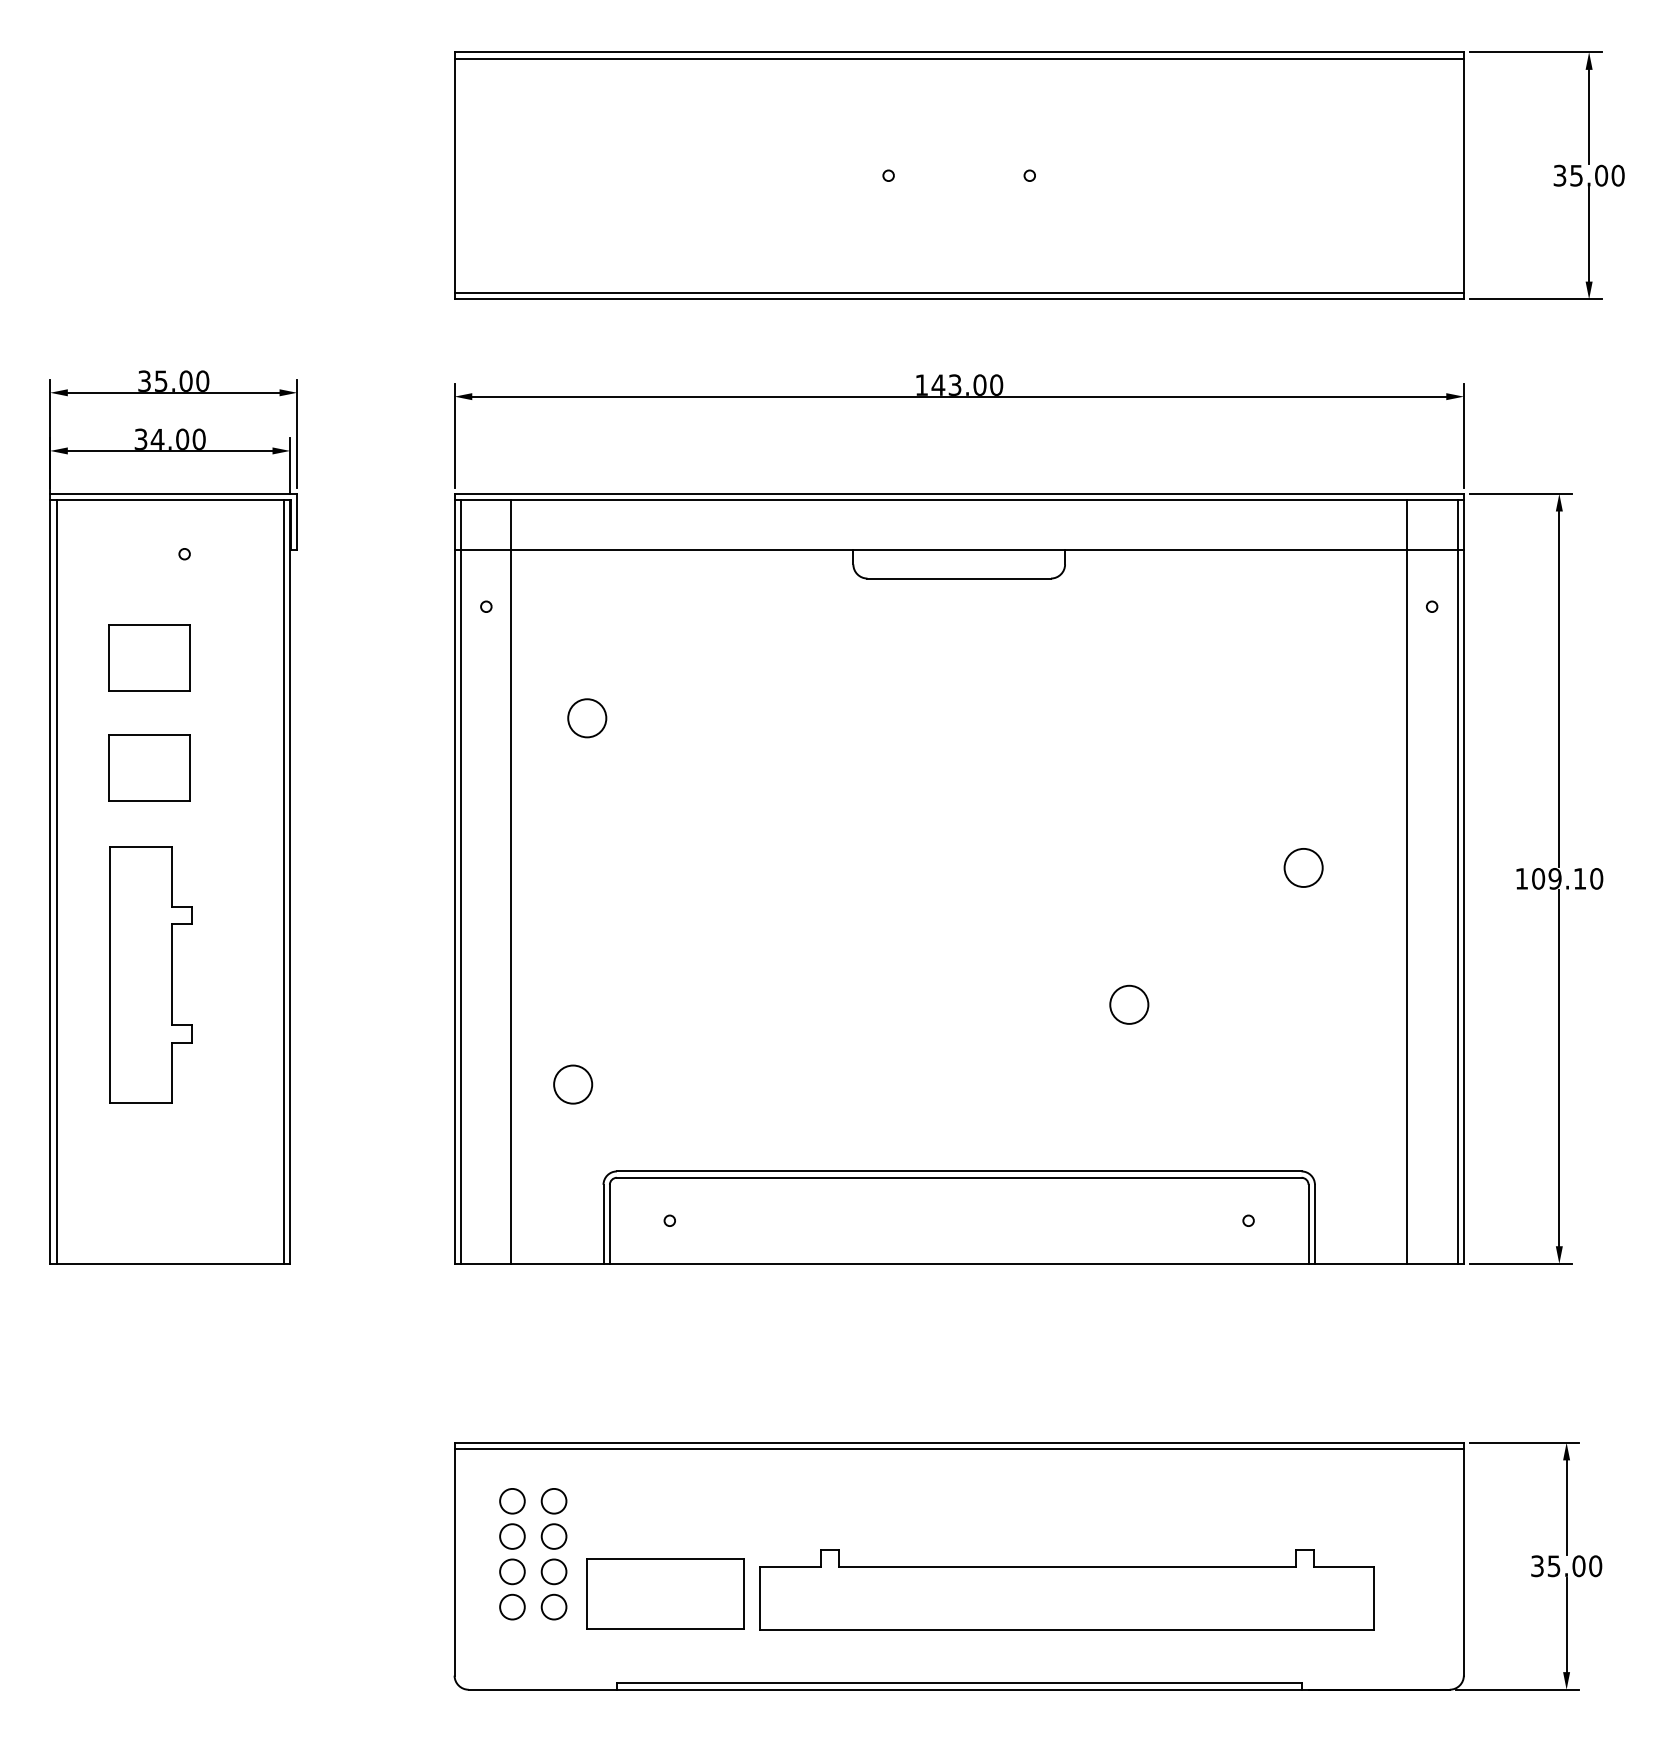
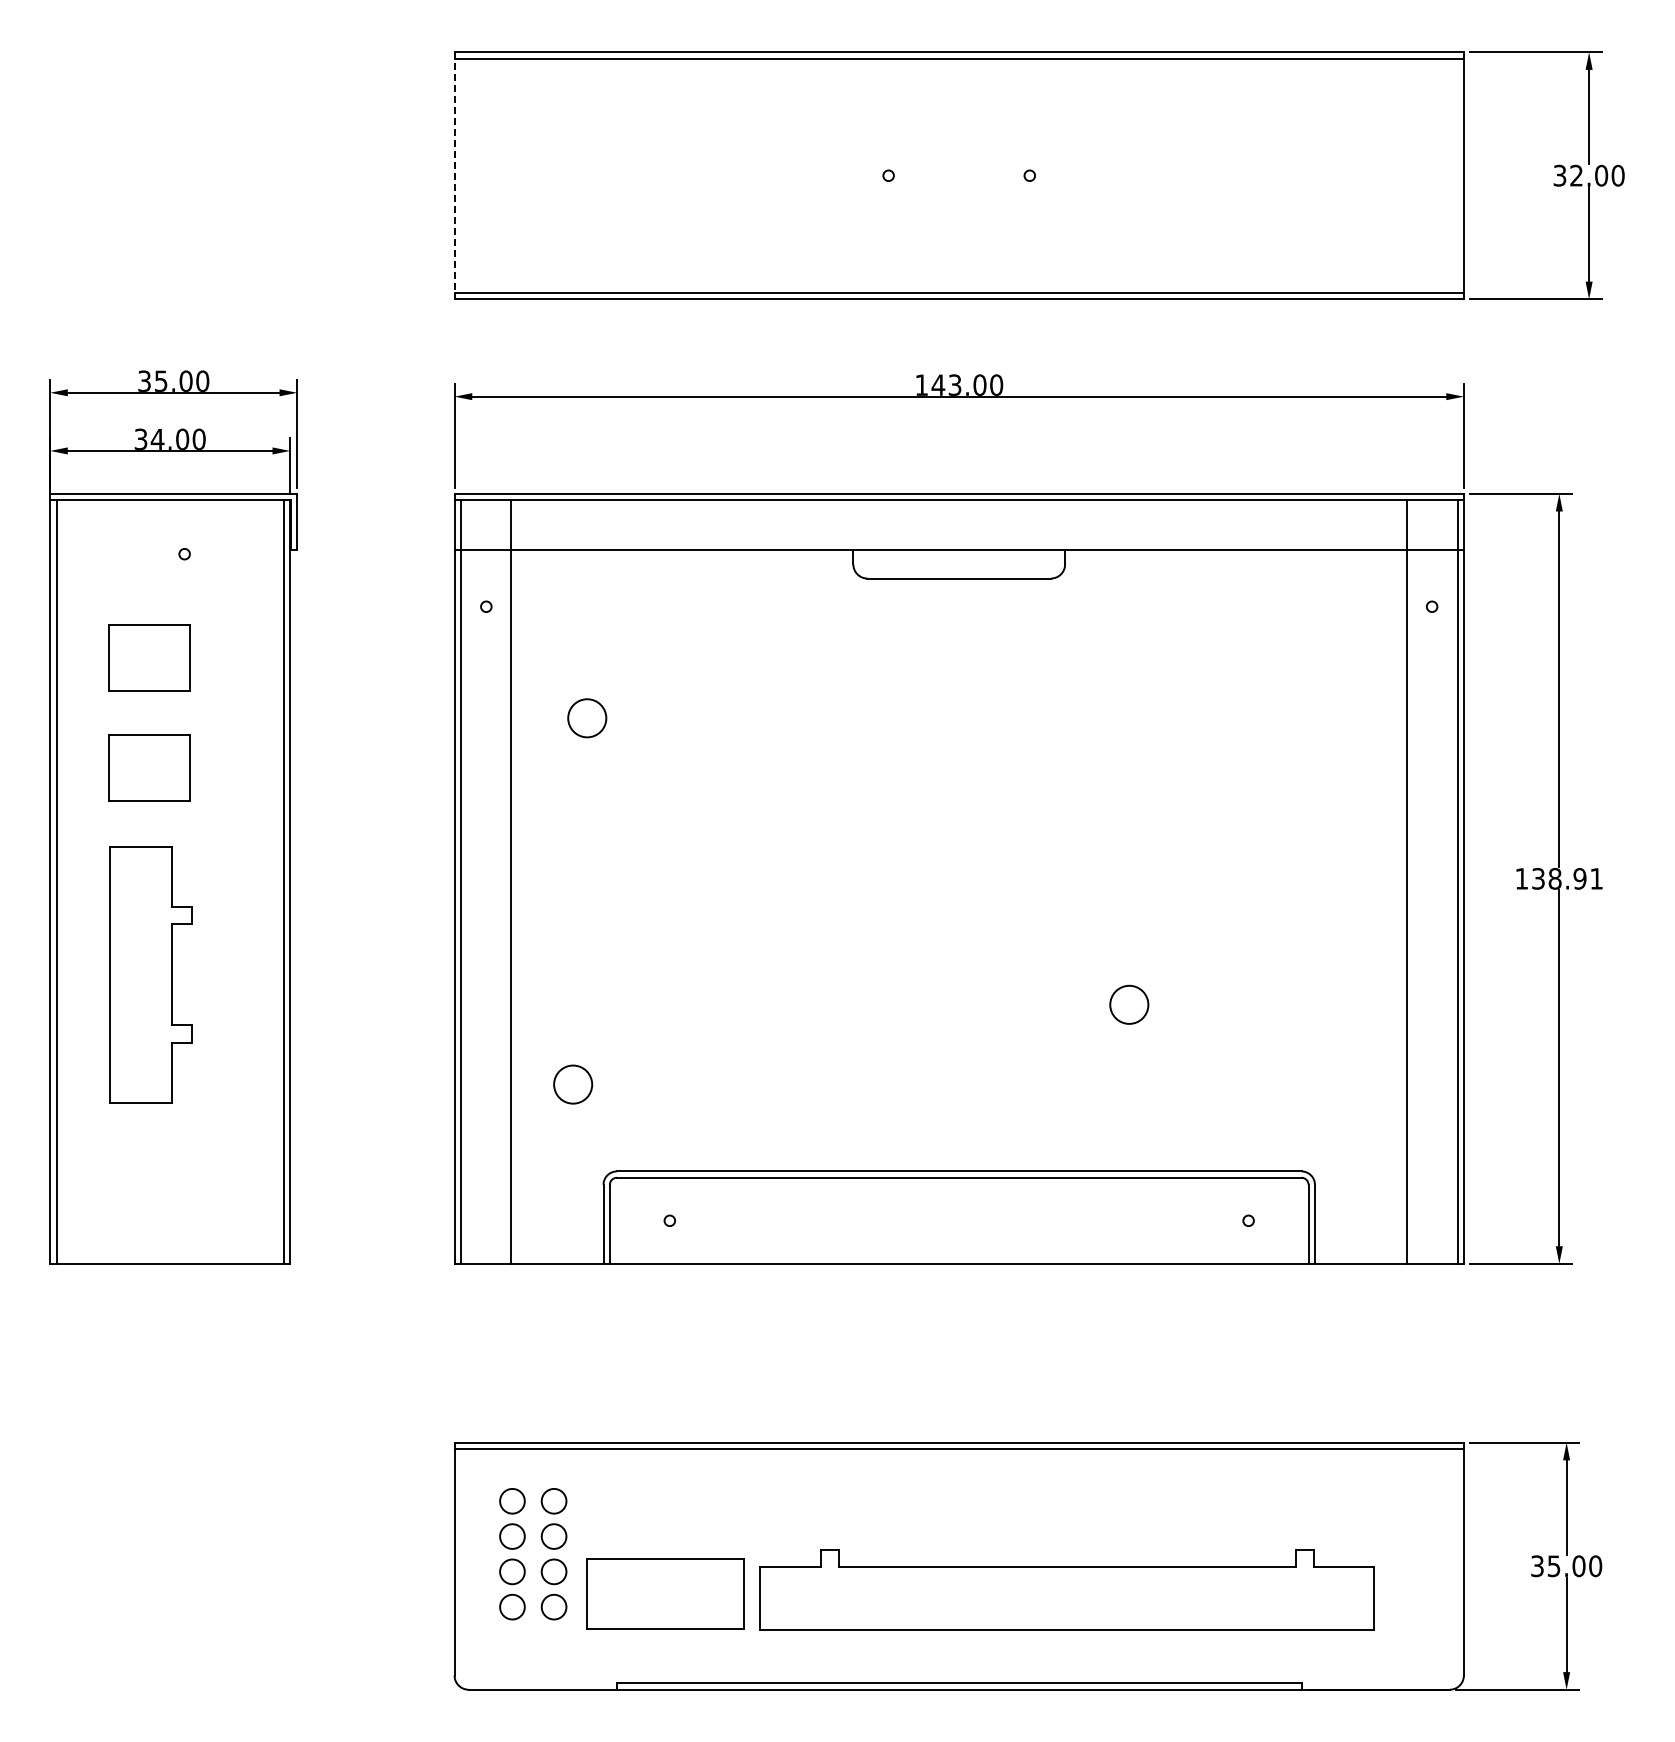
line at (454, 175): solid -> dashed
text at (1576, 175): 35.00 -> 32.00
circle at (1303, 867): present -> none
text at (1567, 878): 109.10 -> 138.91
